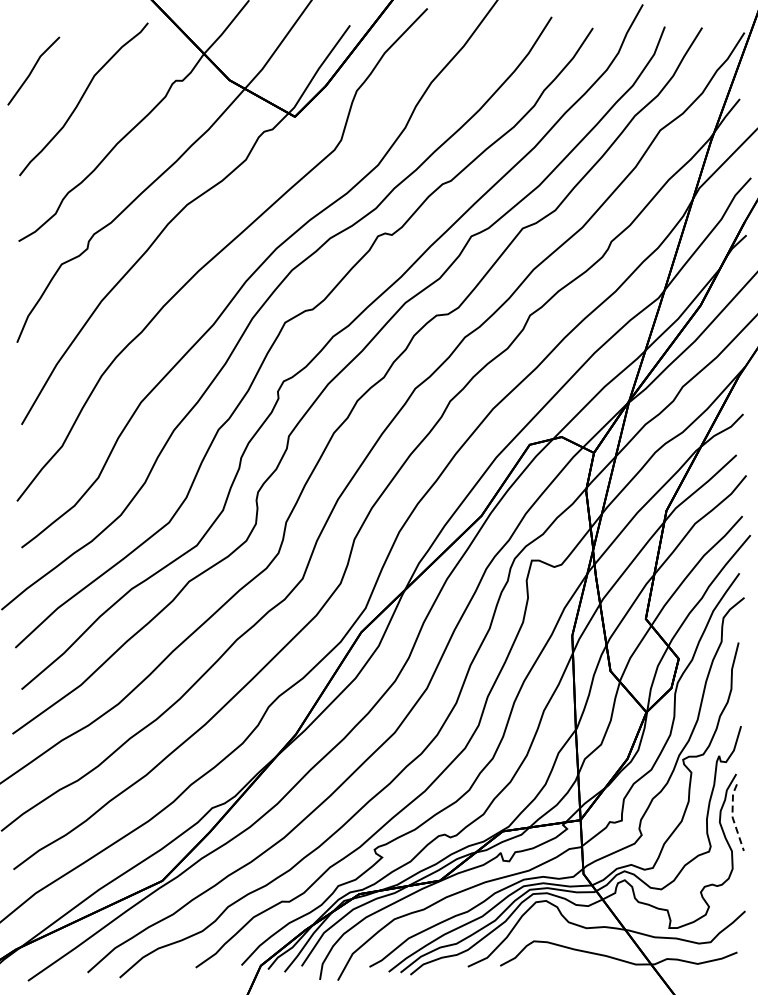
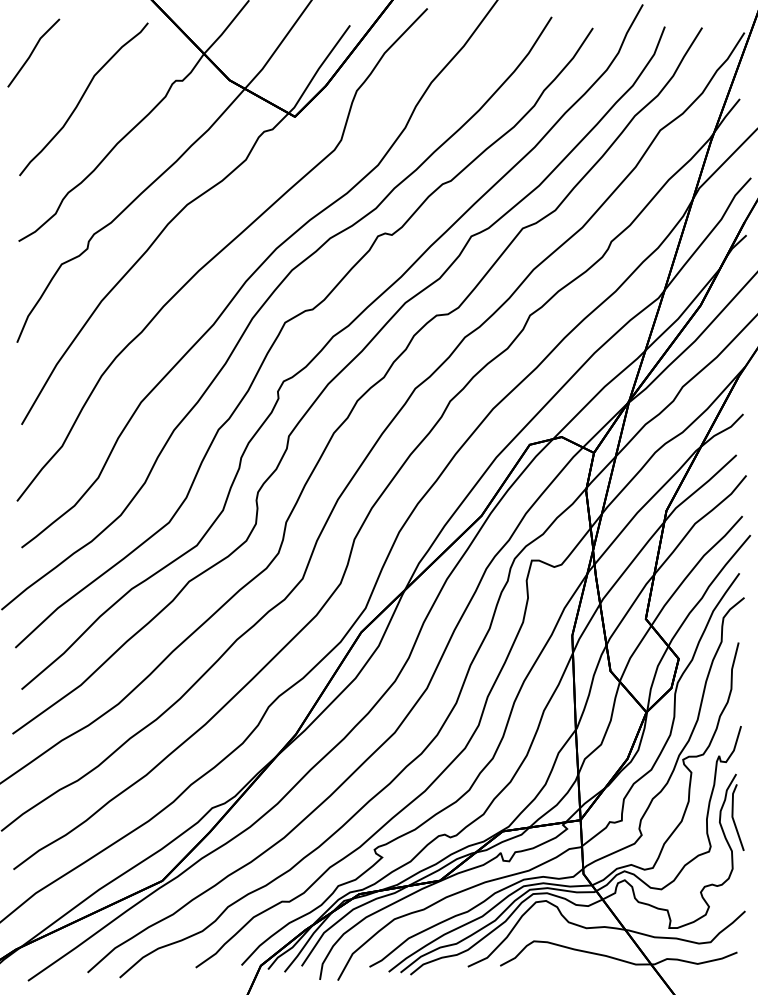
line at (33, 70) position: (33, 70) -> (33, 52)
line at (732, 816): dashed -> solid
